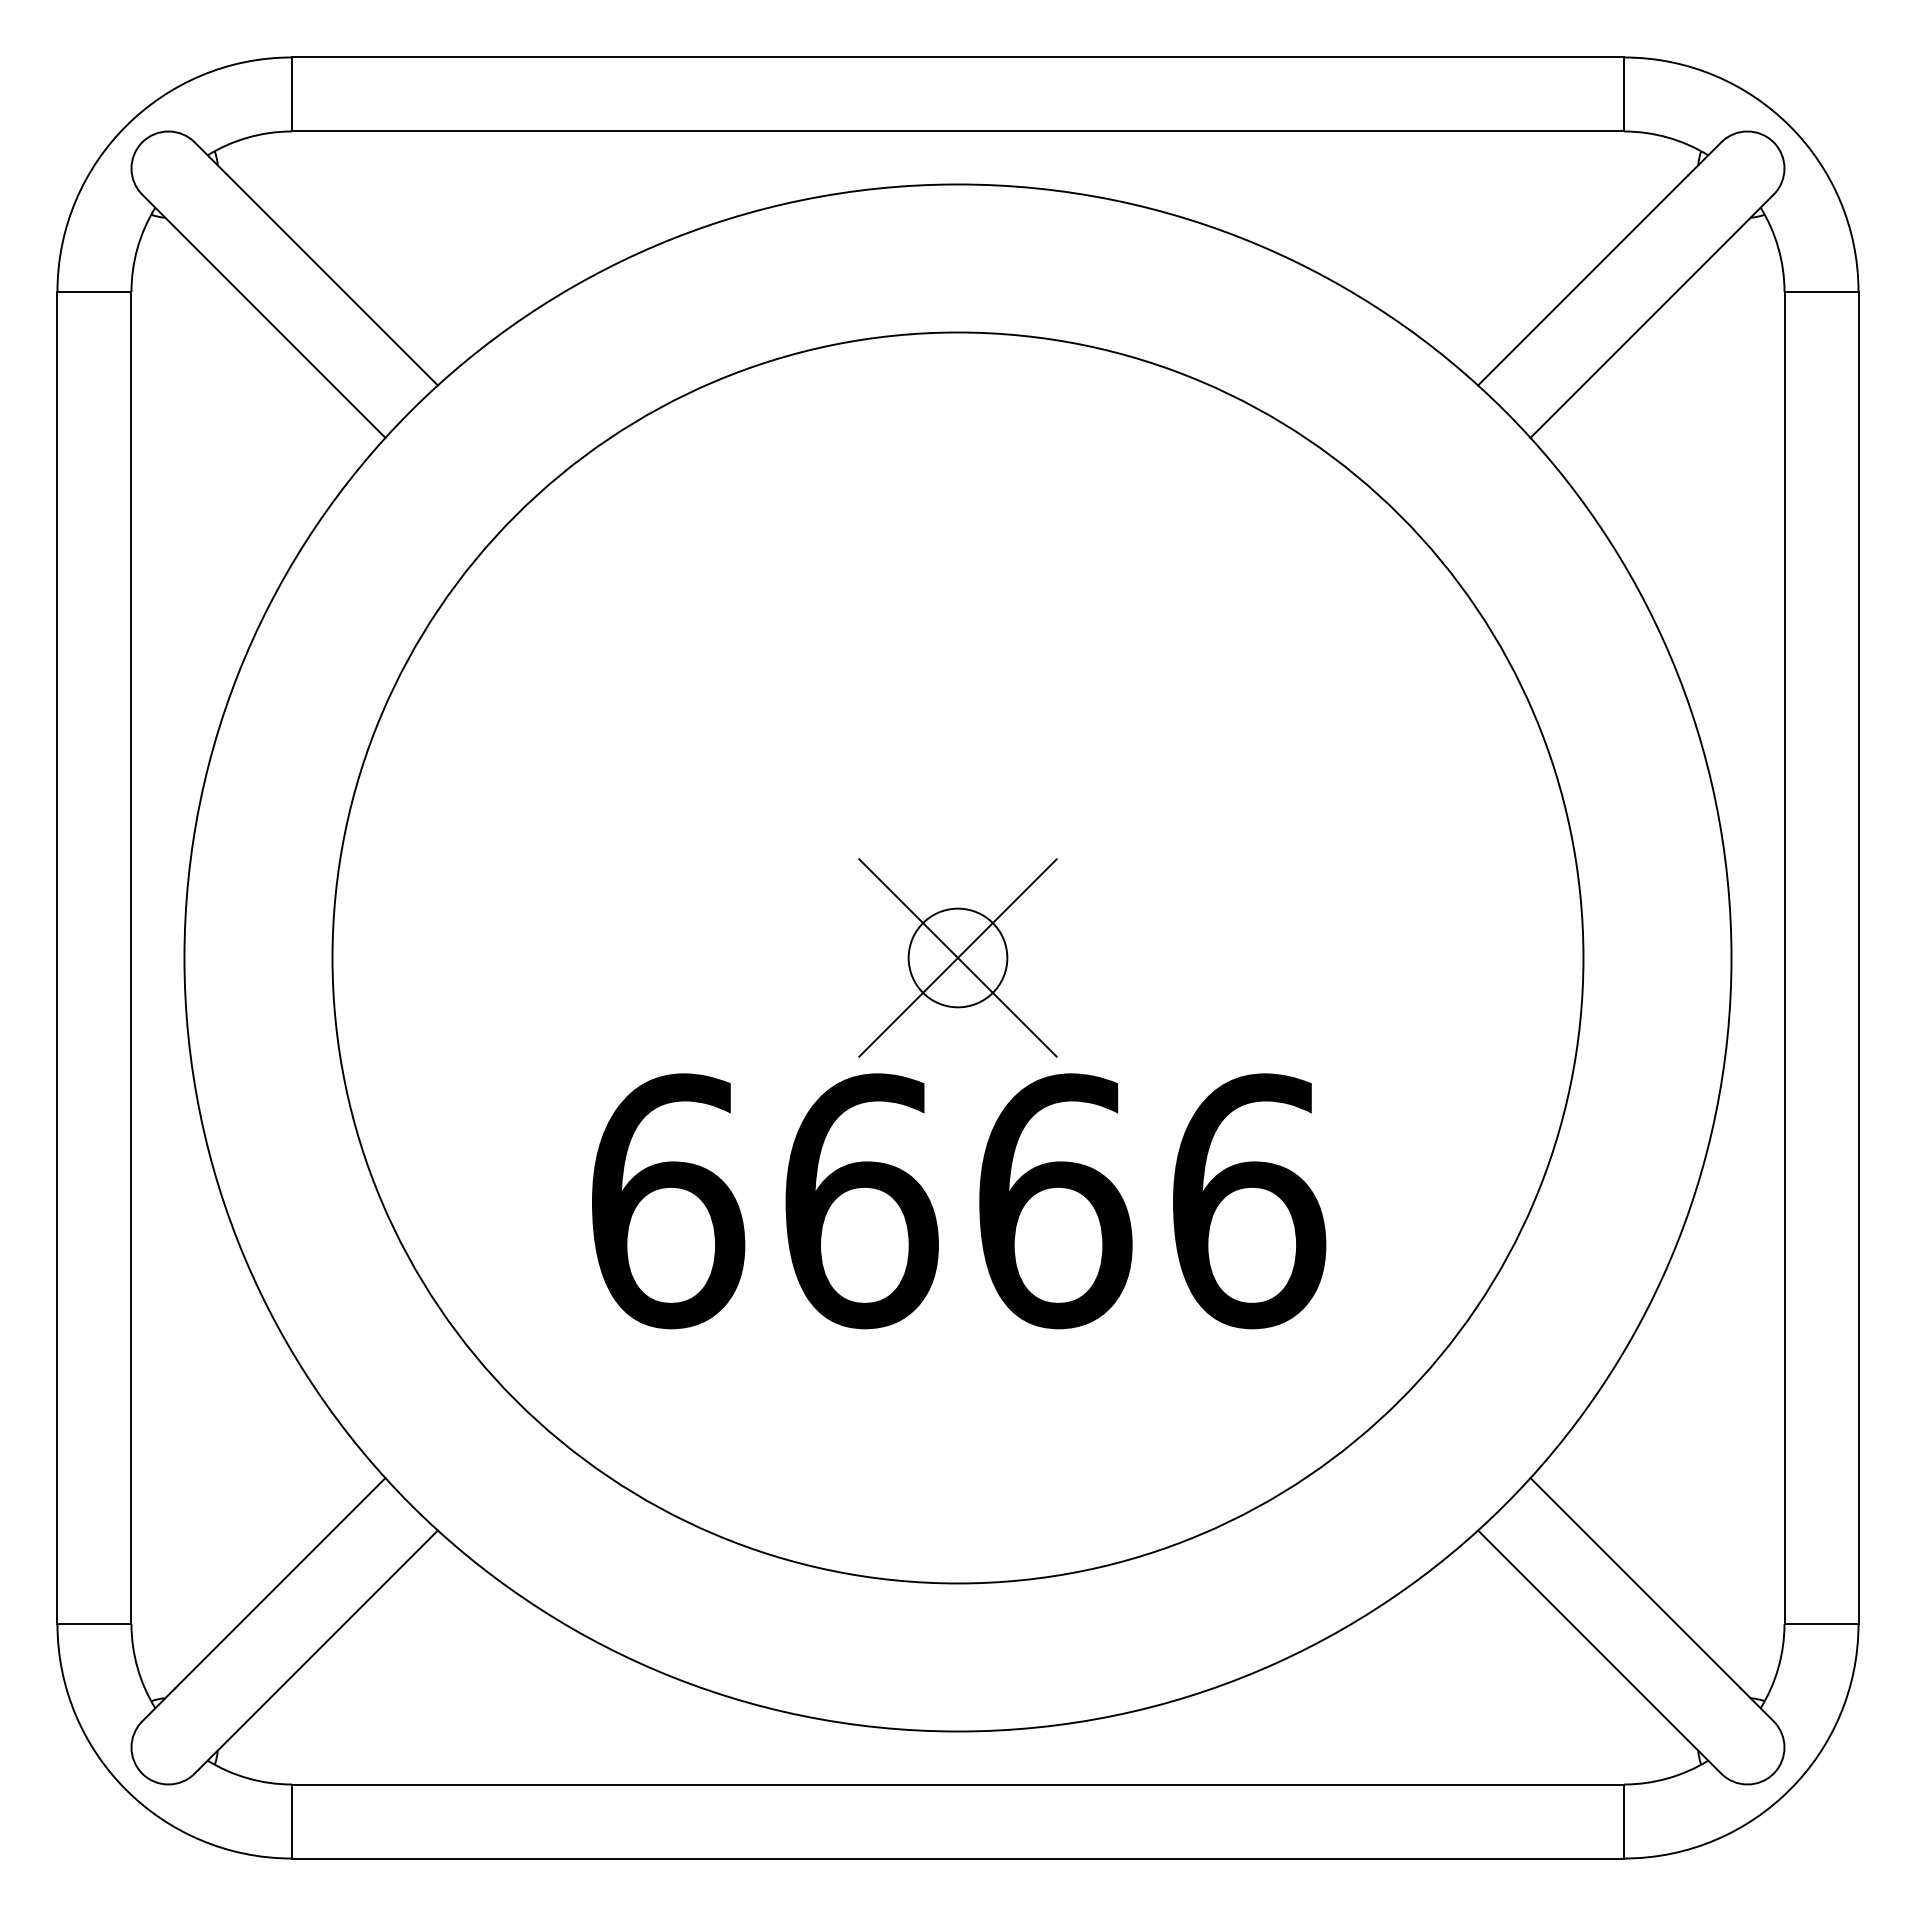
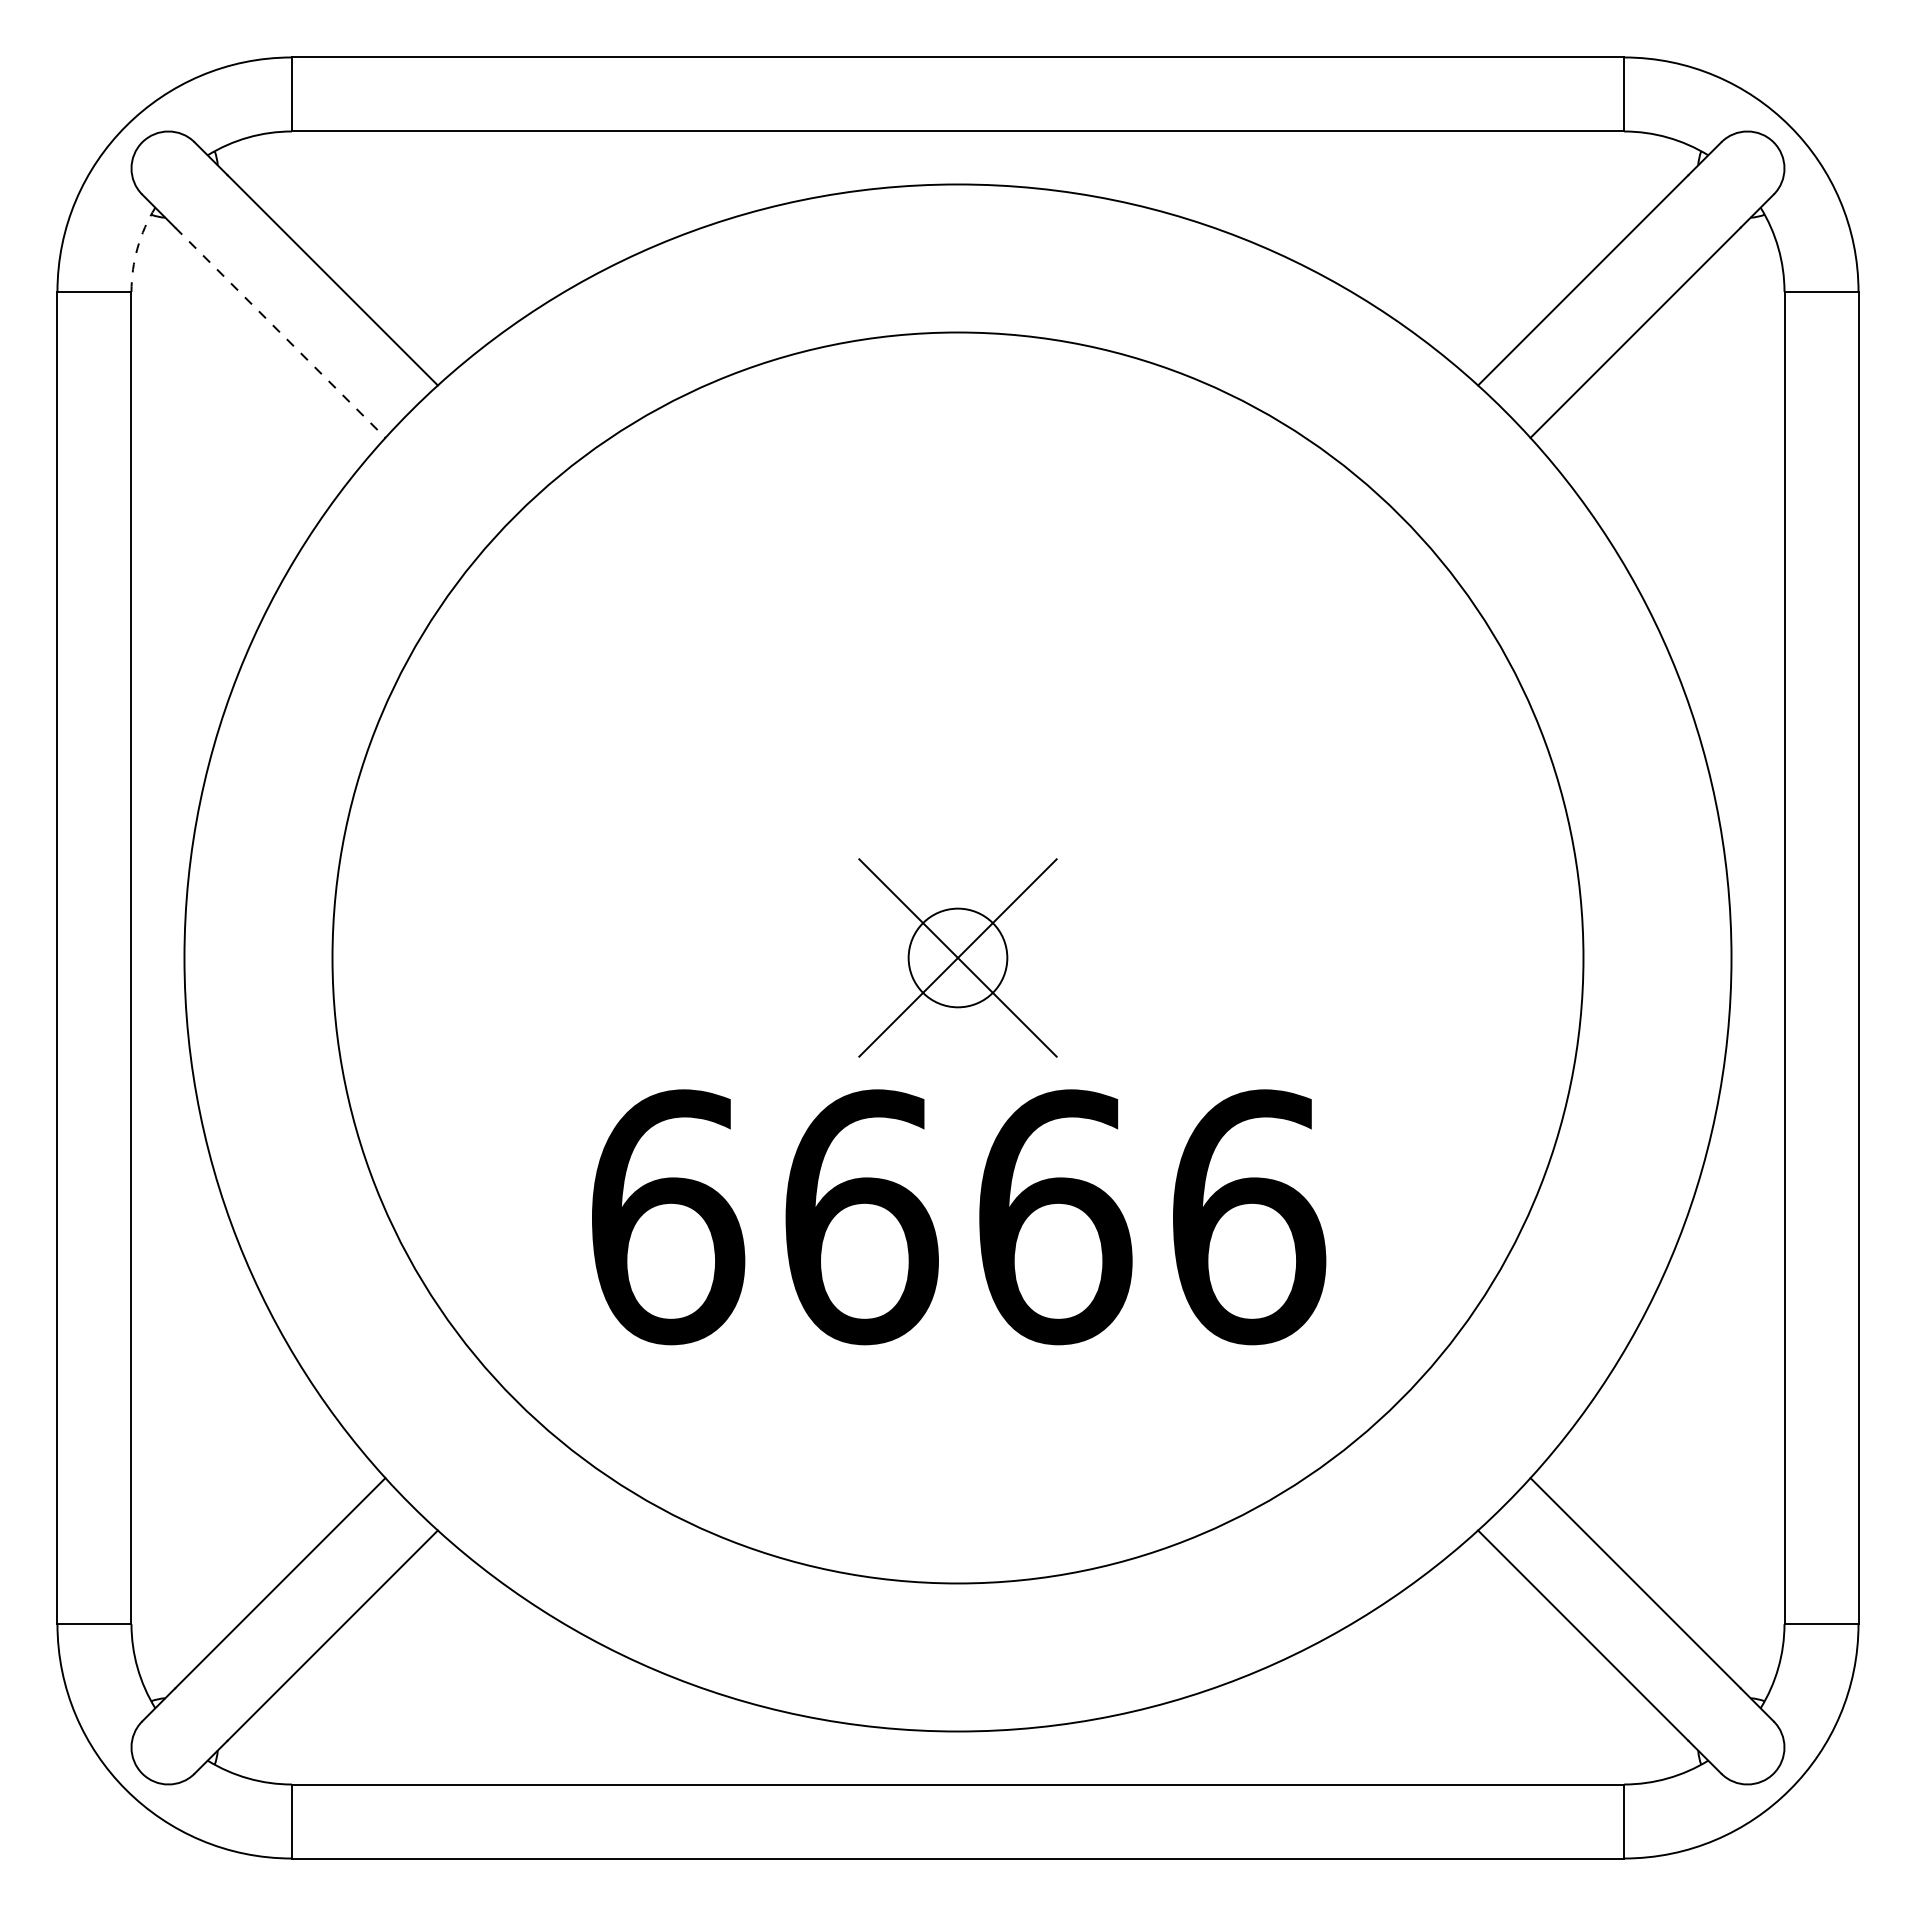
arc at (137, 248): solid -> dashed
line at (280, 332): solid -> dashed
text at (959, 1201) position: (959, 1201) -> (959, 1217)
